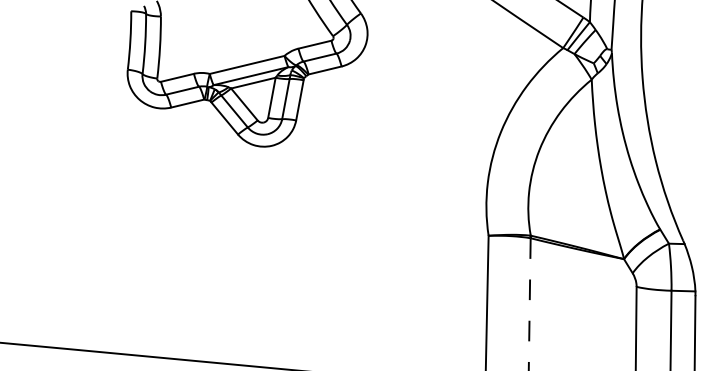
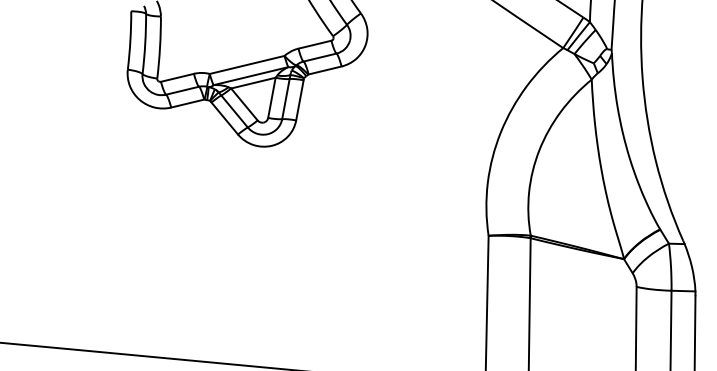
line at (529, 305): dashed -> solid
